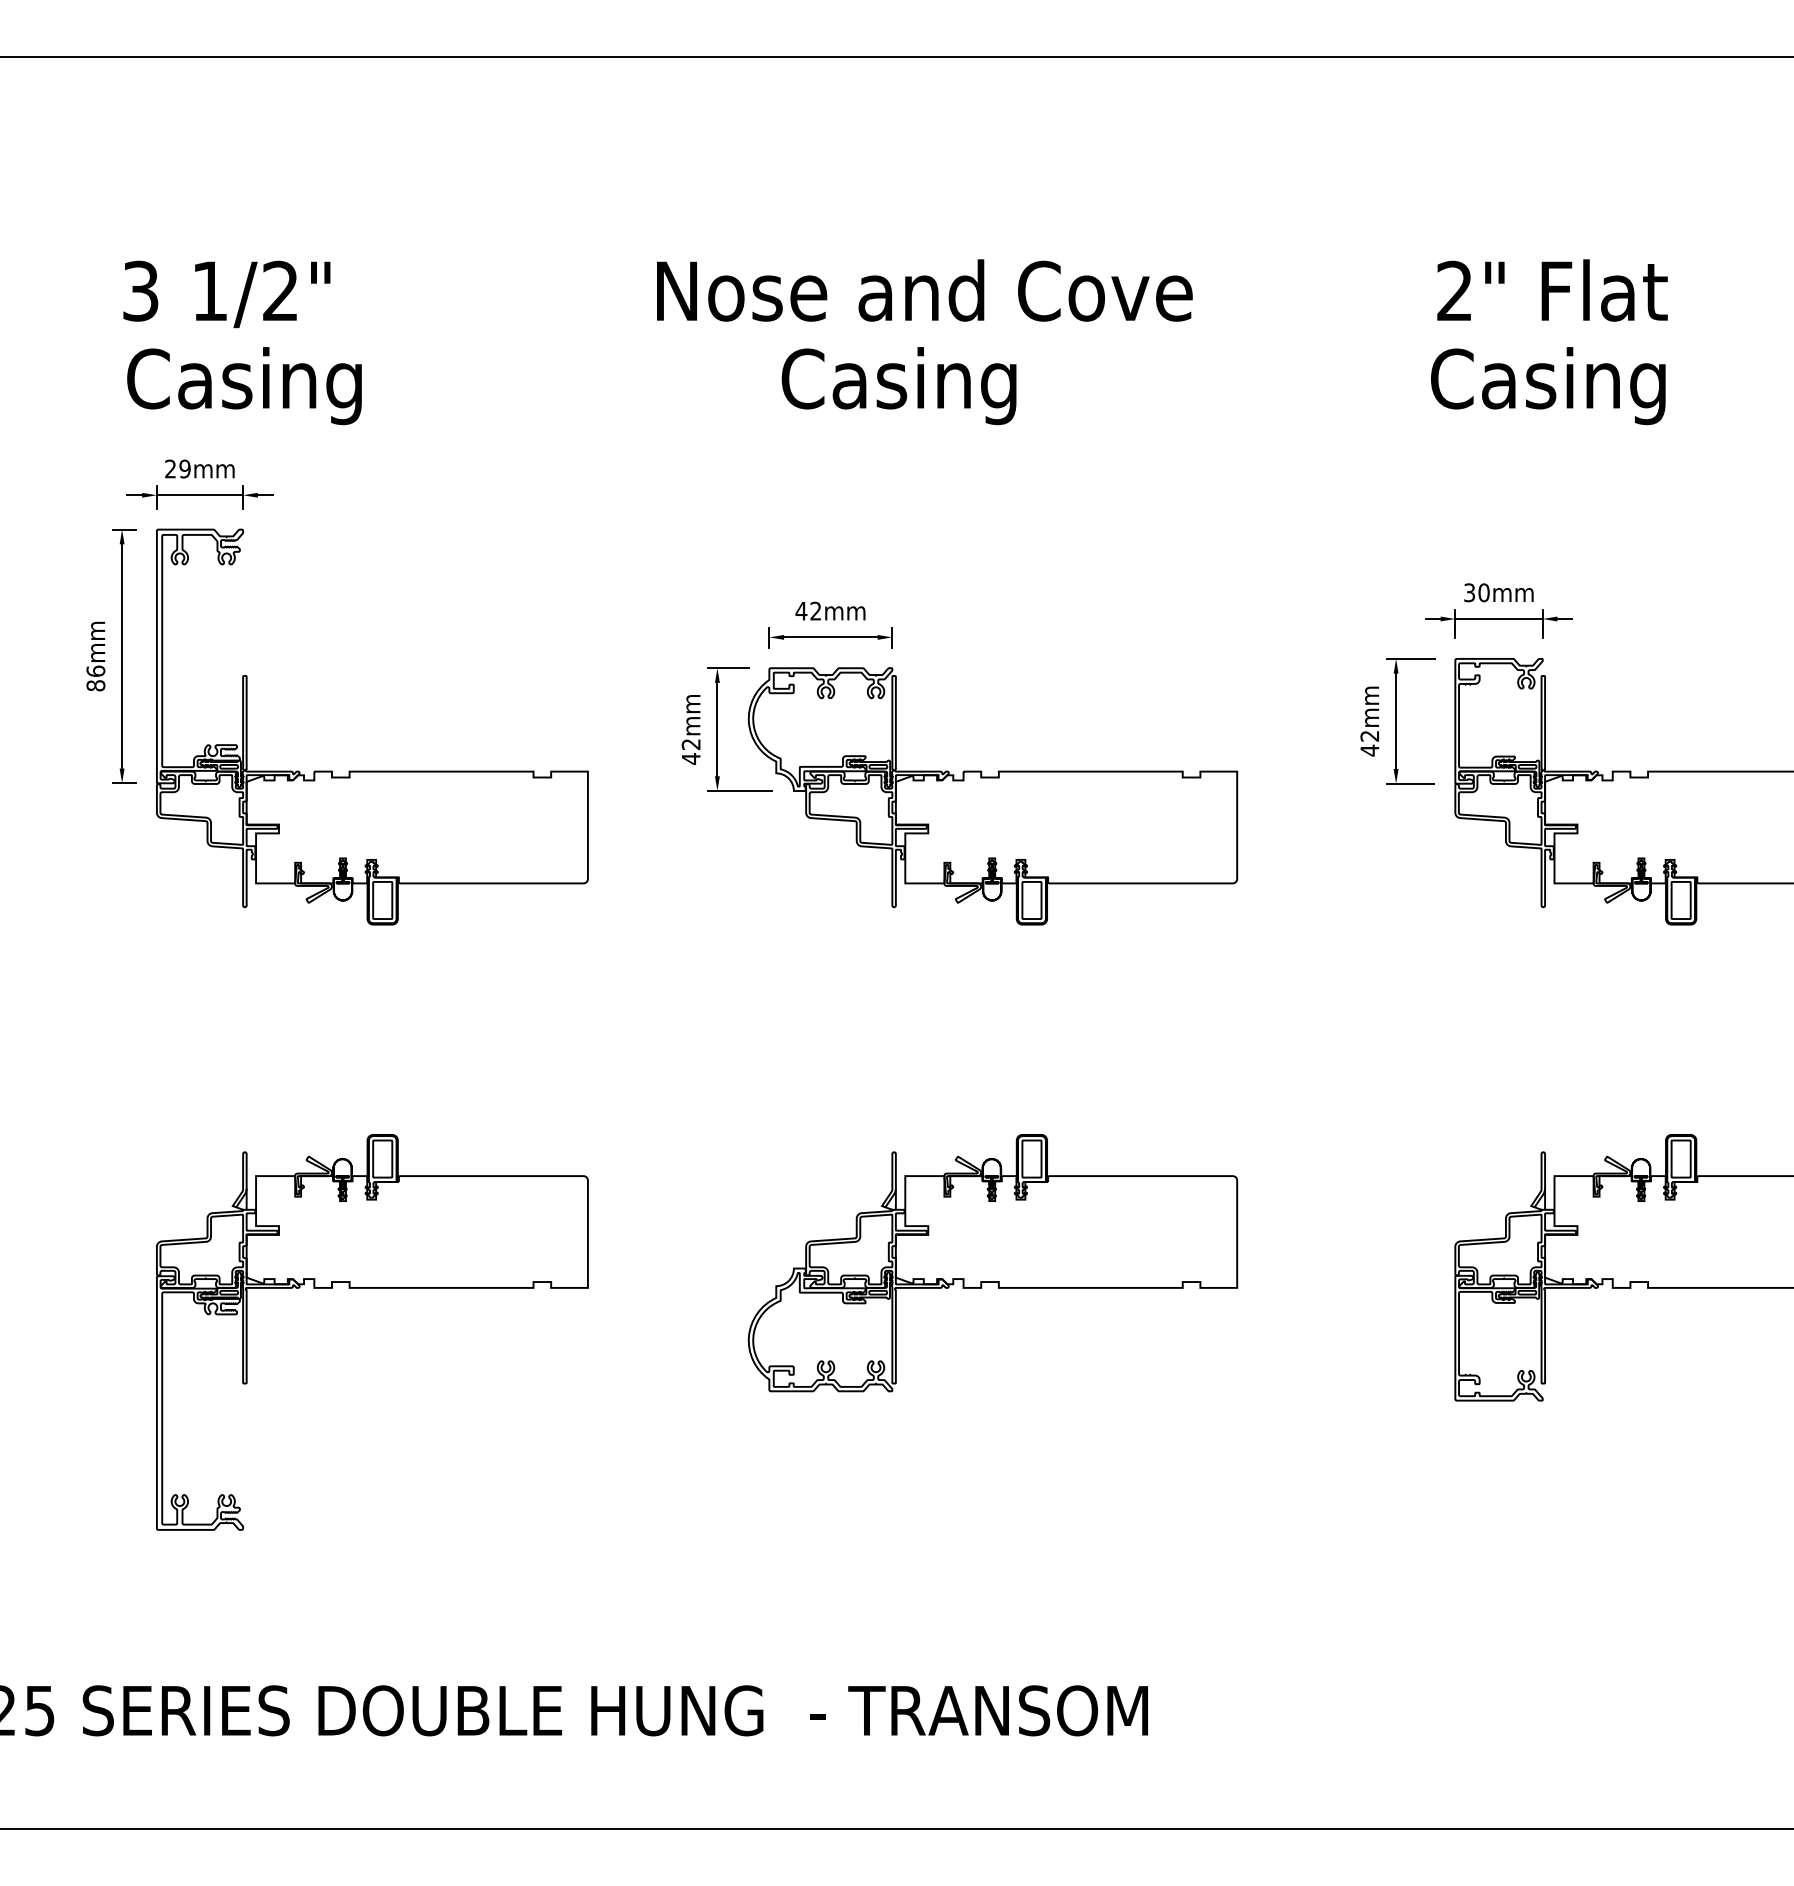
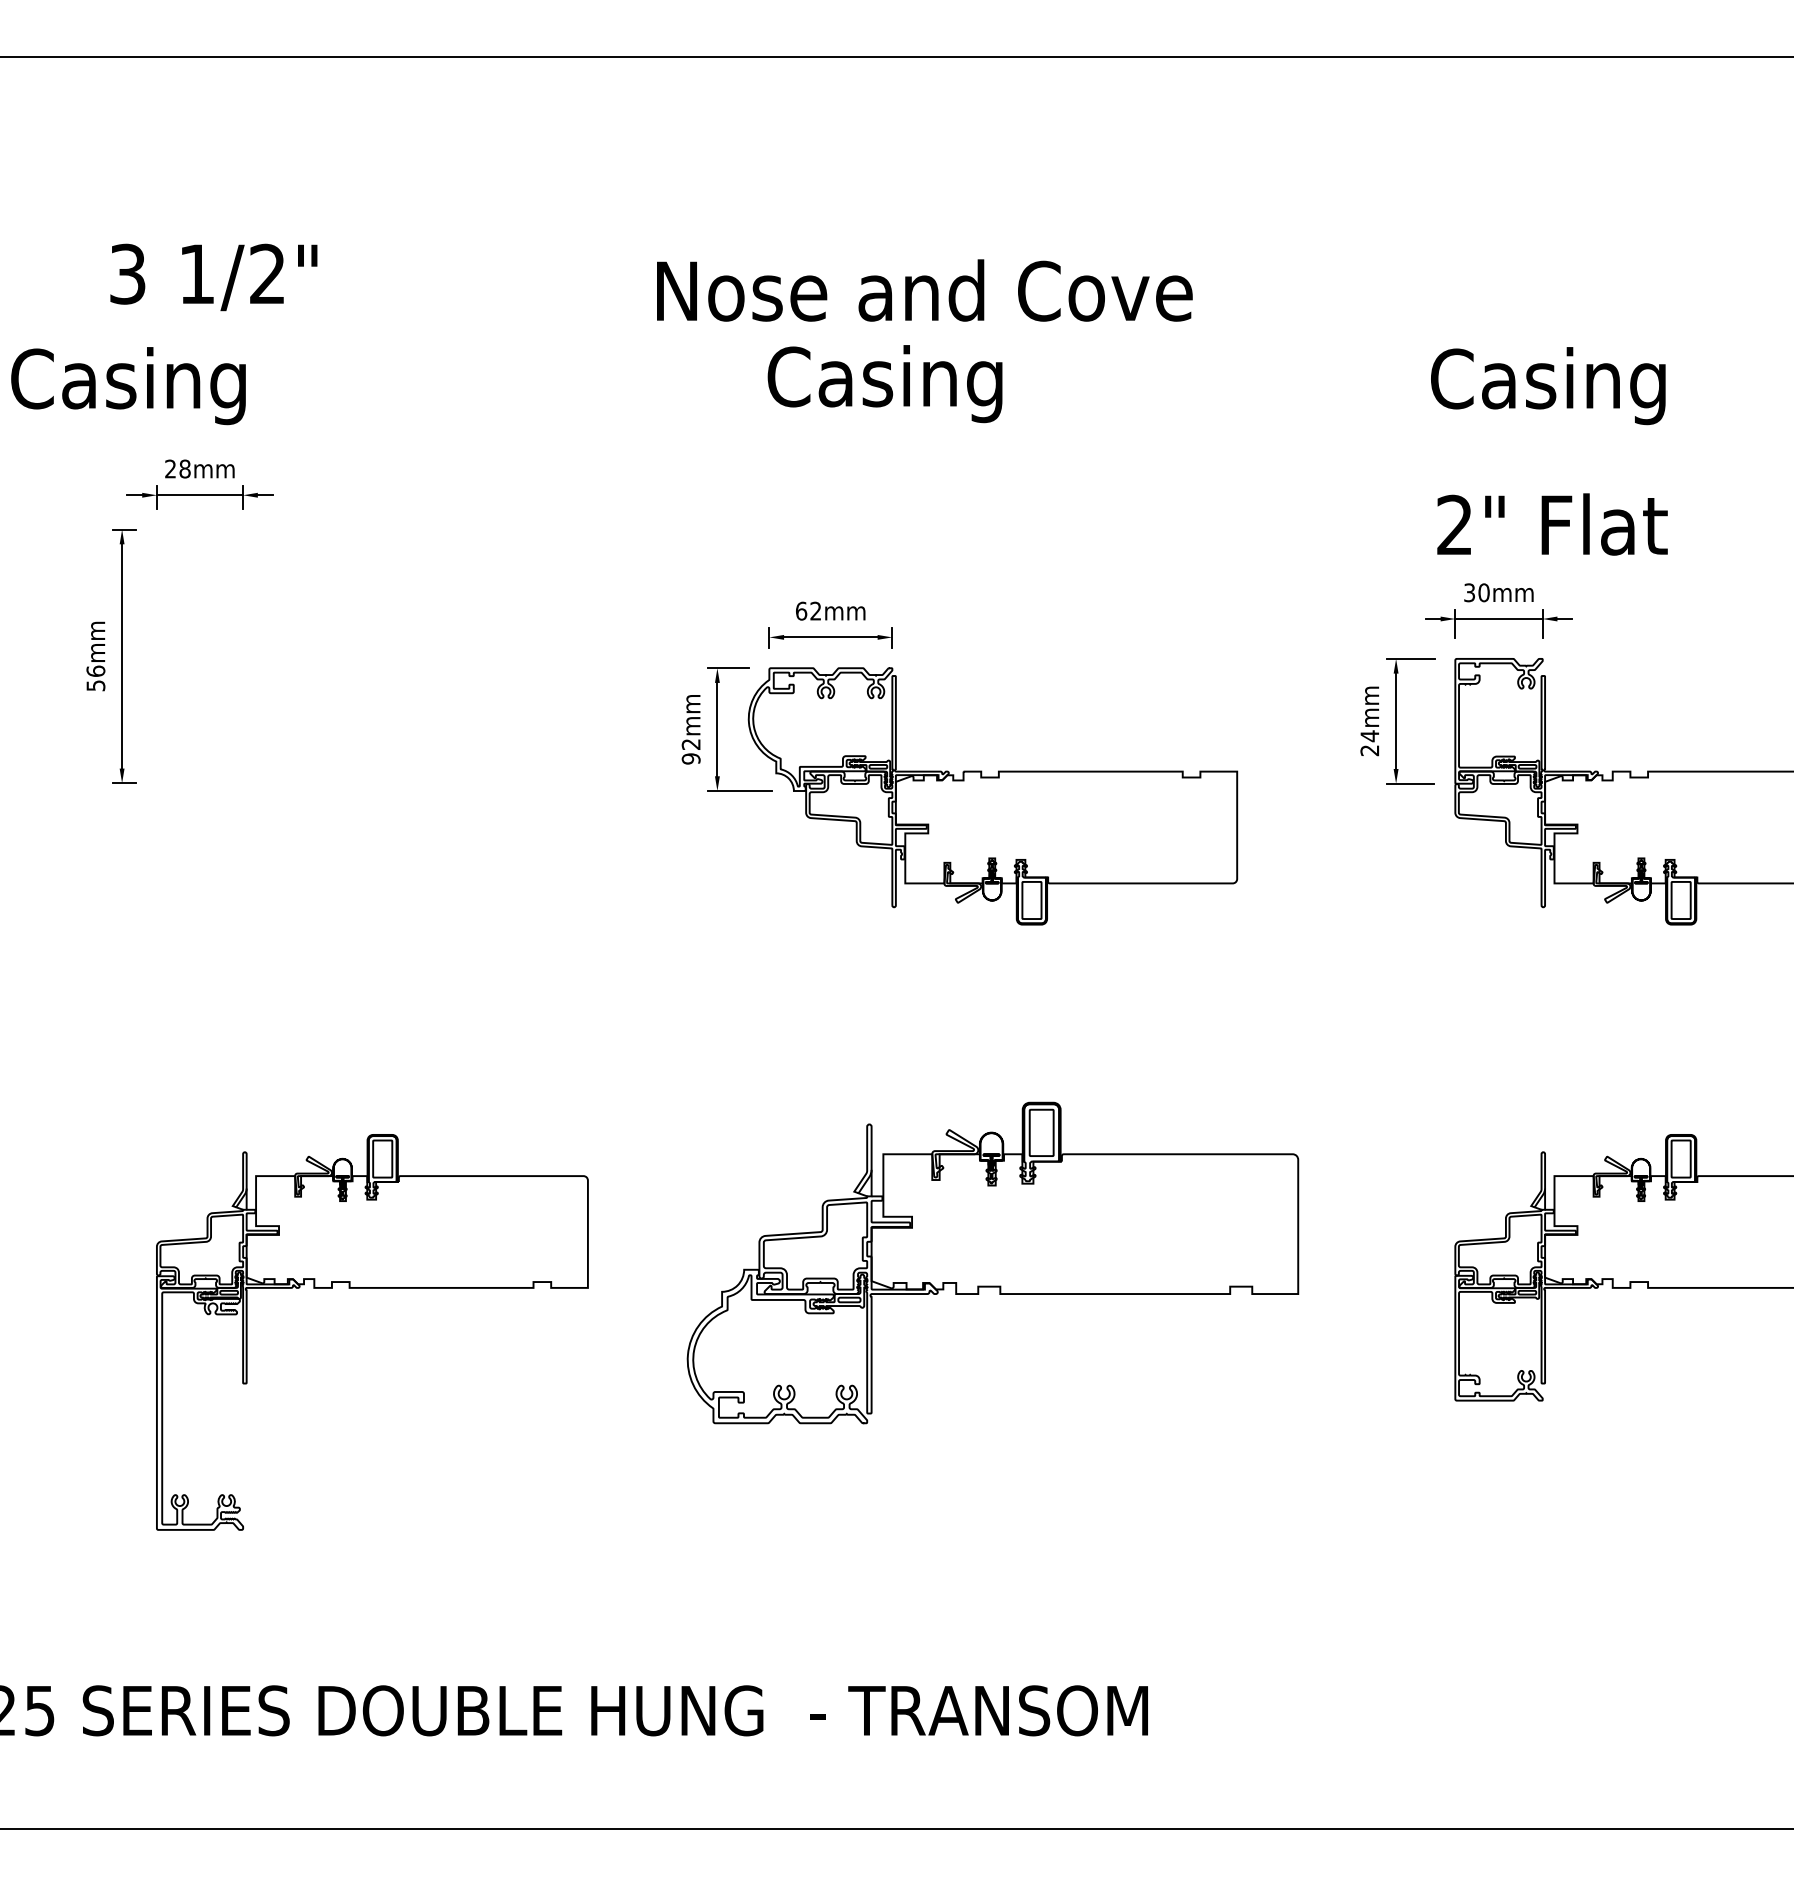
text at (1552, 290) position: (1552, 290) -> (1552, 524)
text at (226, 294) position: (226, 294) -> (213, 277)
text at (244, 386) position: (244, 386) -> (128, 386)
text at (898, 386) position: (898, 386) -> (884, 384)
text at (184, 468): 29mm -> 28mm
text at (801, 610): 42mm -> 62mm
text at (95, 685): 86mm -> 56mm
text at (1369, 743): 42mm -> 24mm
text at (690, 758): 42mm -> 92mm
part at (372, 770): present -> none
part at (992, 1263) size: 492x259 px -> 614x324 px
